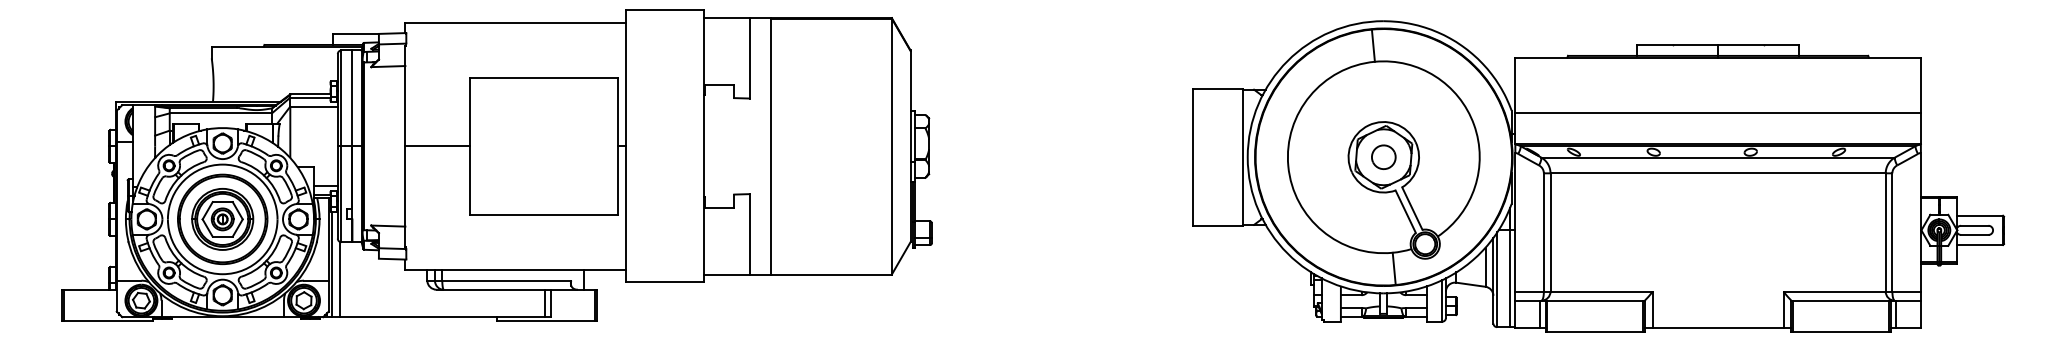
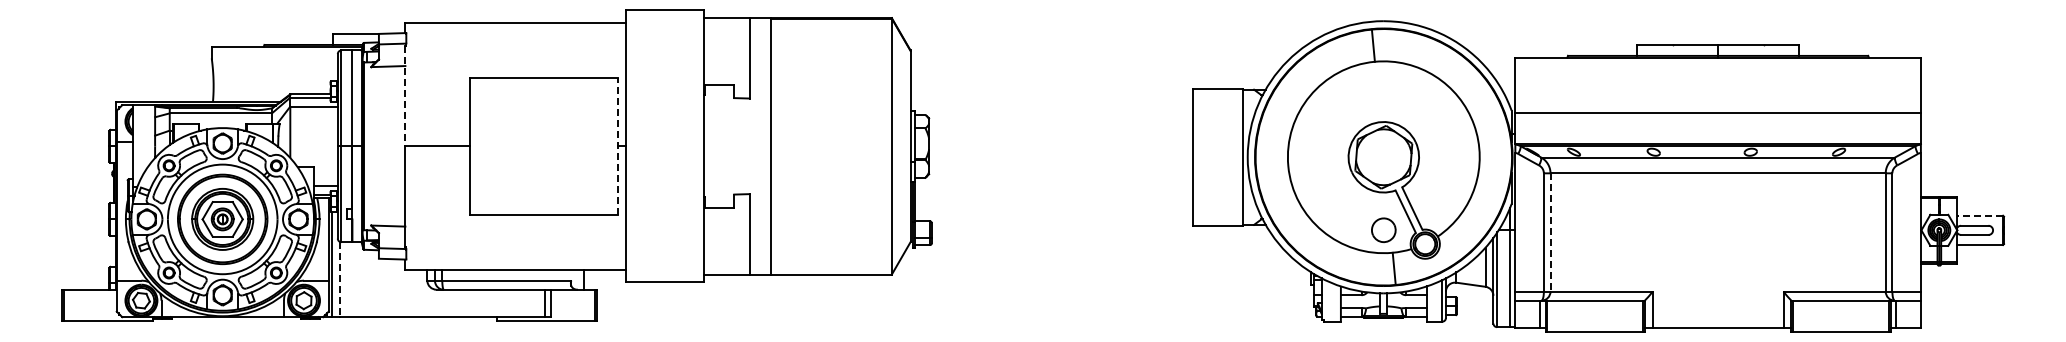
line at (405, 96): solid -> dashed
line at (618, 146): solid -> dashed
part at (1383, 156) position: (1383, 156) -> (1383, 229)
line at (1980, 215): solid -> dashed
line at (1550, 232): solid -> dashed
line at (339, 279): solid -> dashed
